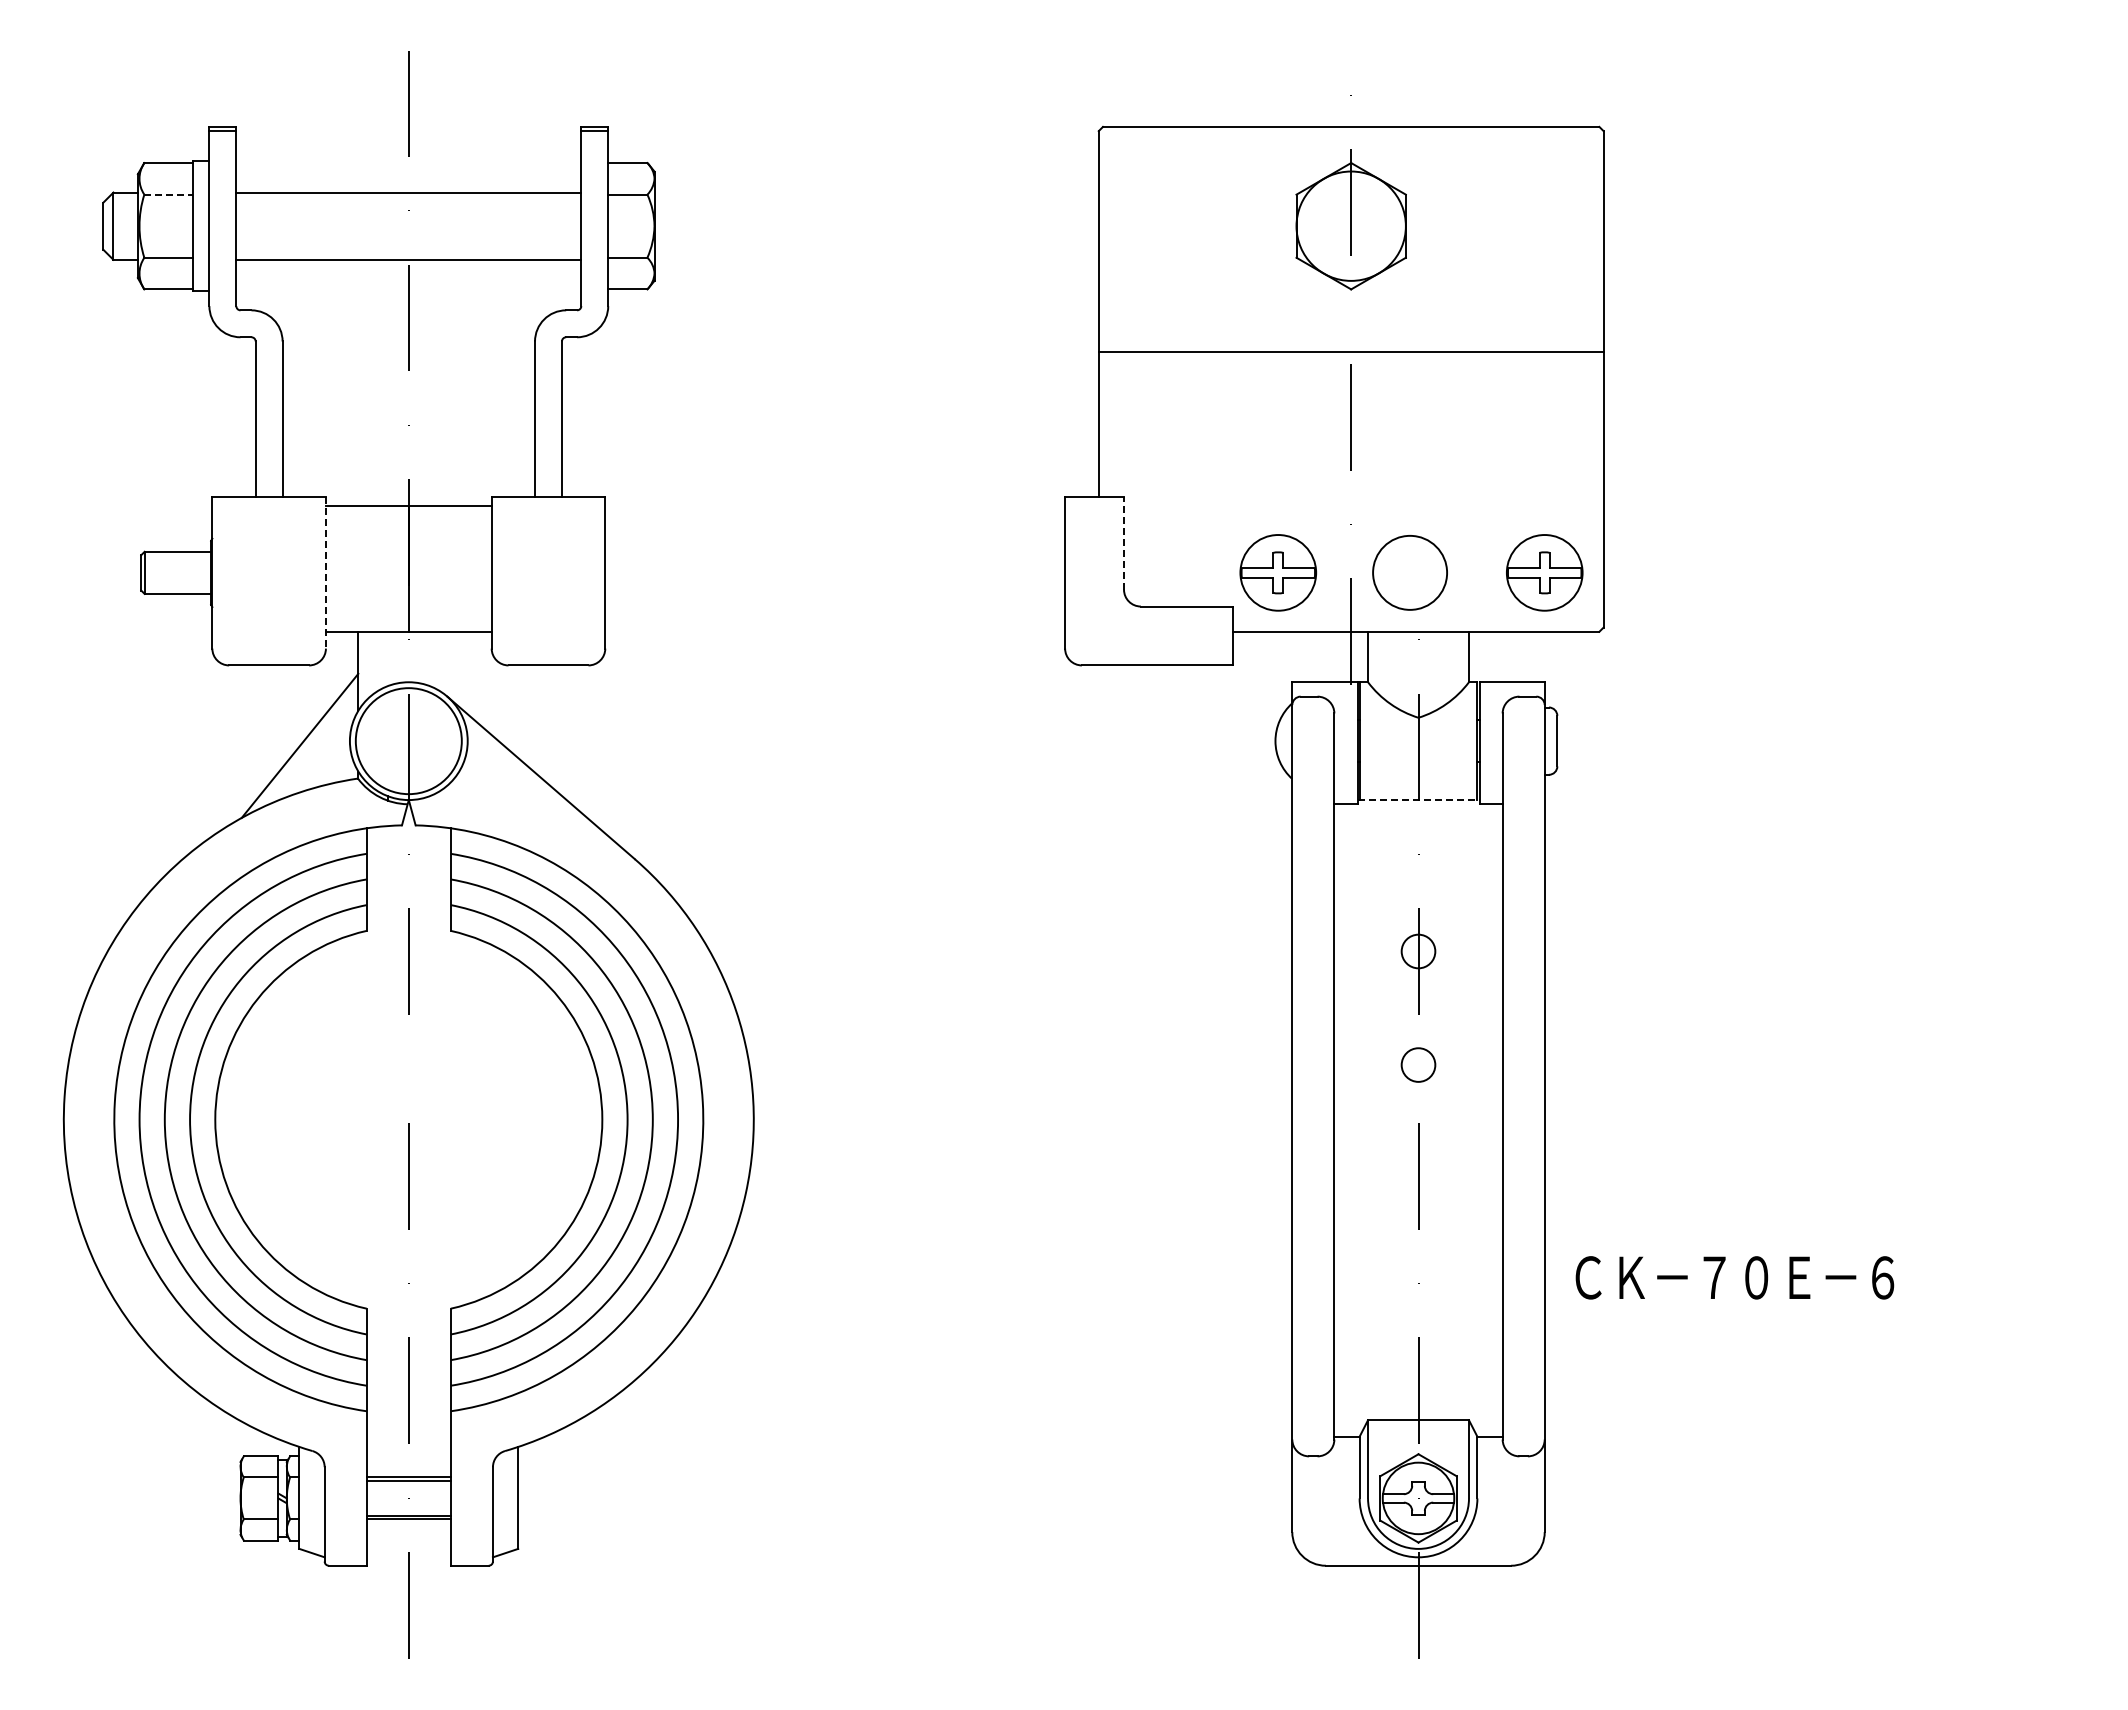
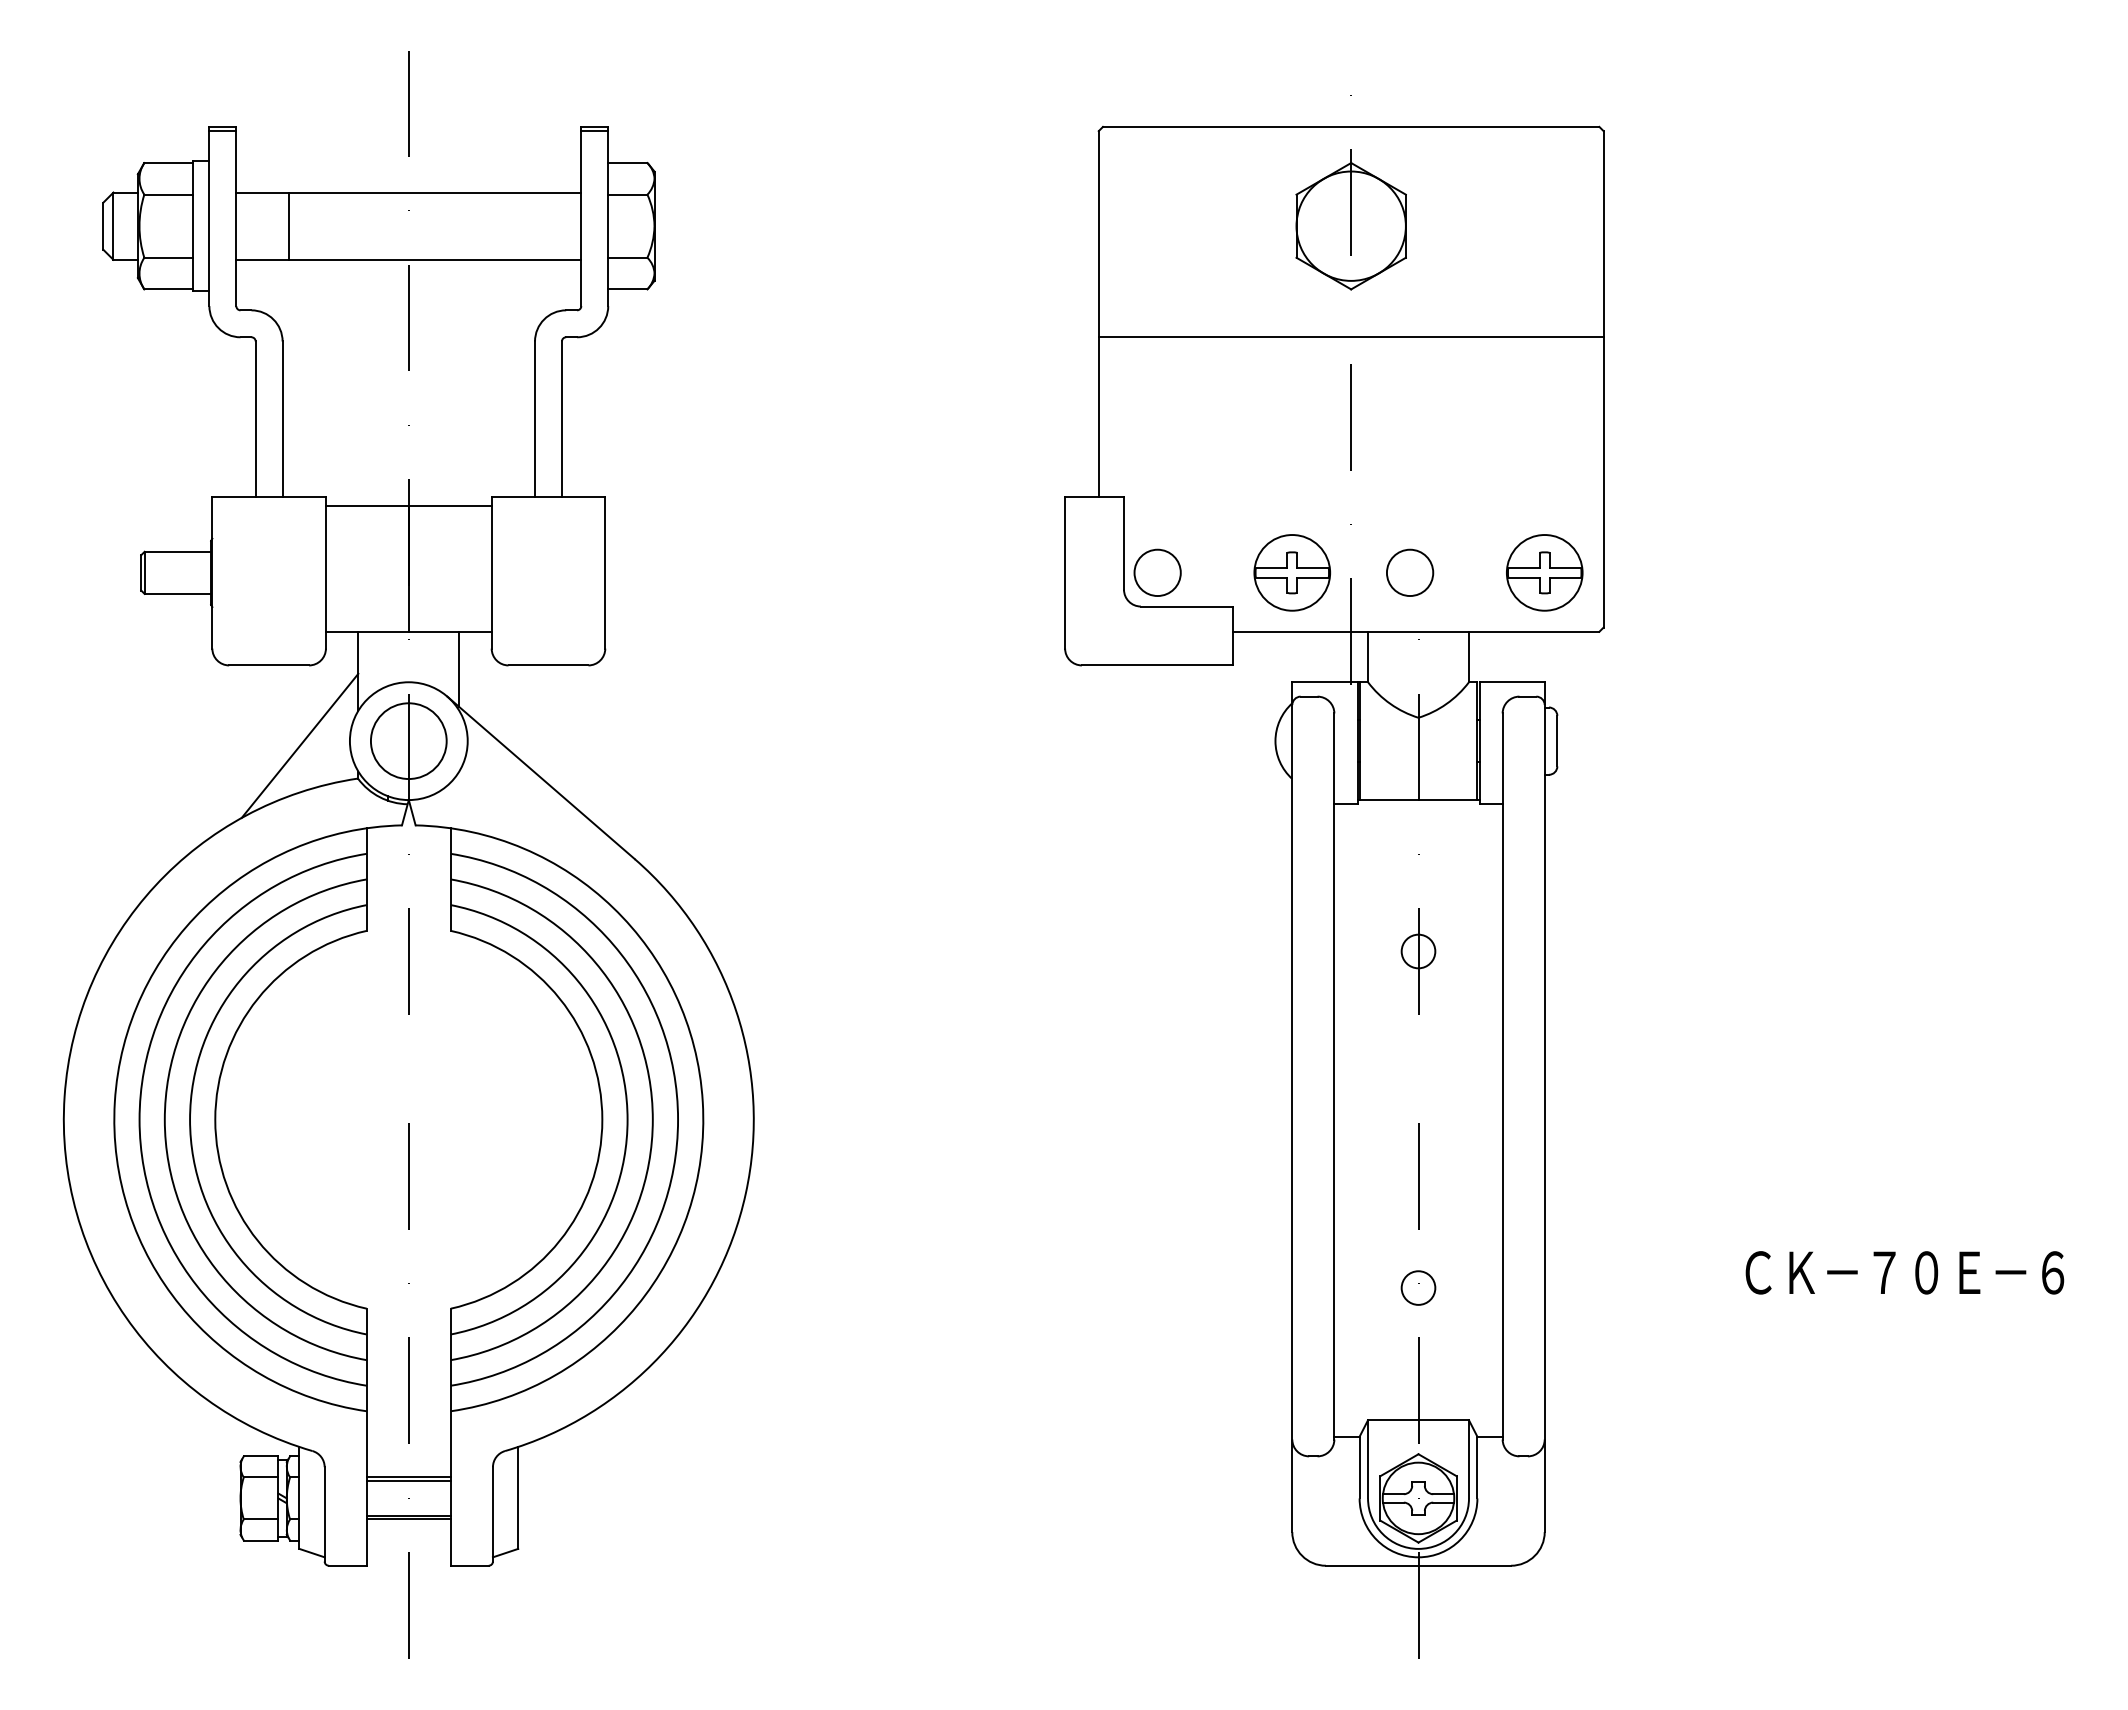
line at (168, 194): dashed -> solid
line at (288, 225): none -> present
line at (1350, 352) position: (1350, 352) -> (1350, 337)
line at (1124, 542): dashed -> solid
line at (325, 572): dashed -> solid
circle at (1157, 572): none -> present
part at (1278, 572) position: (1278, 572) -> (1292, 572)
circle at (1410, 572) diameter: 74 px -> 46 px
line at (459, 669): none -> present
circle at (408, 741) diameter: 106 px -> 76 px
line at (1419, 800): dashed -> solid
circle at (1418, 1064) position: (1418, 1064) -> (1418, 1287)
text at (1734, 1277) position: (1734, 1277) -> (1904, 1272)
